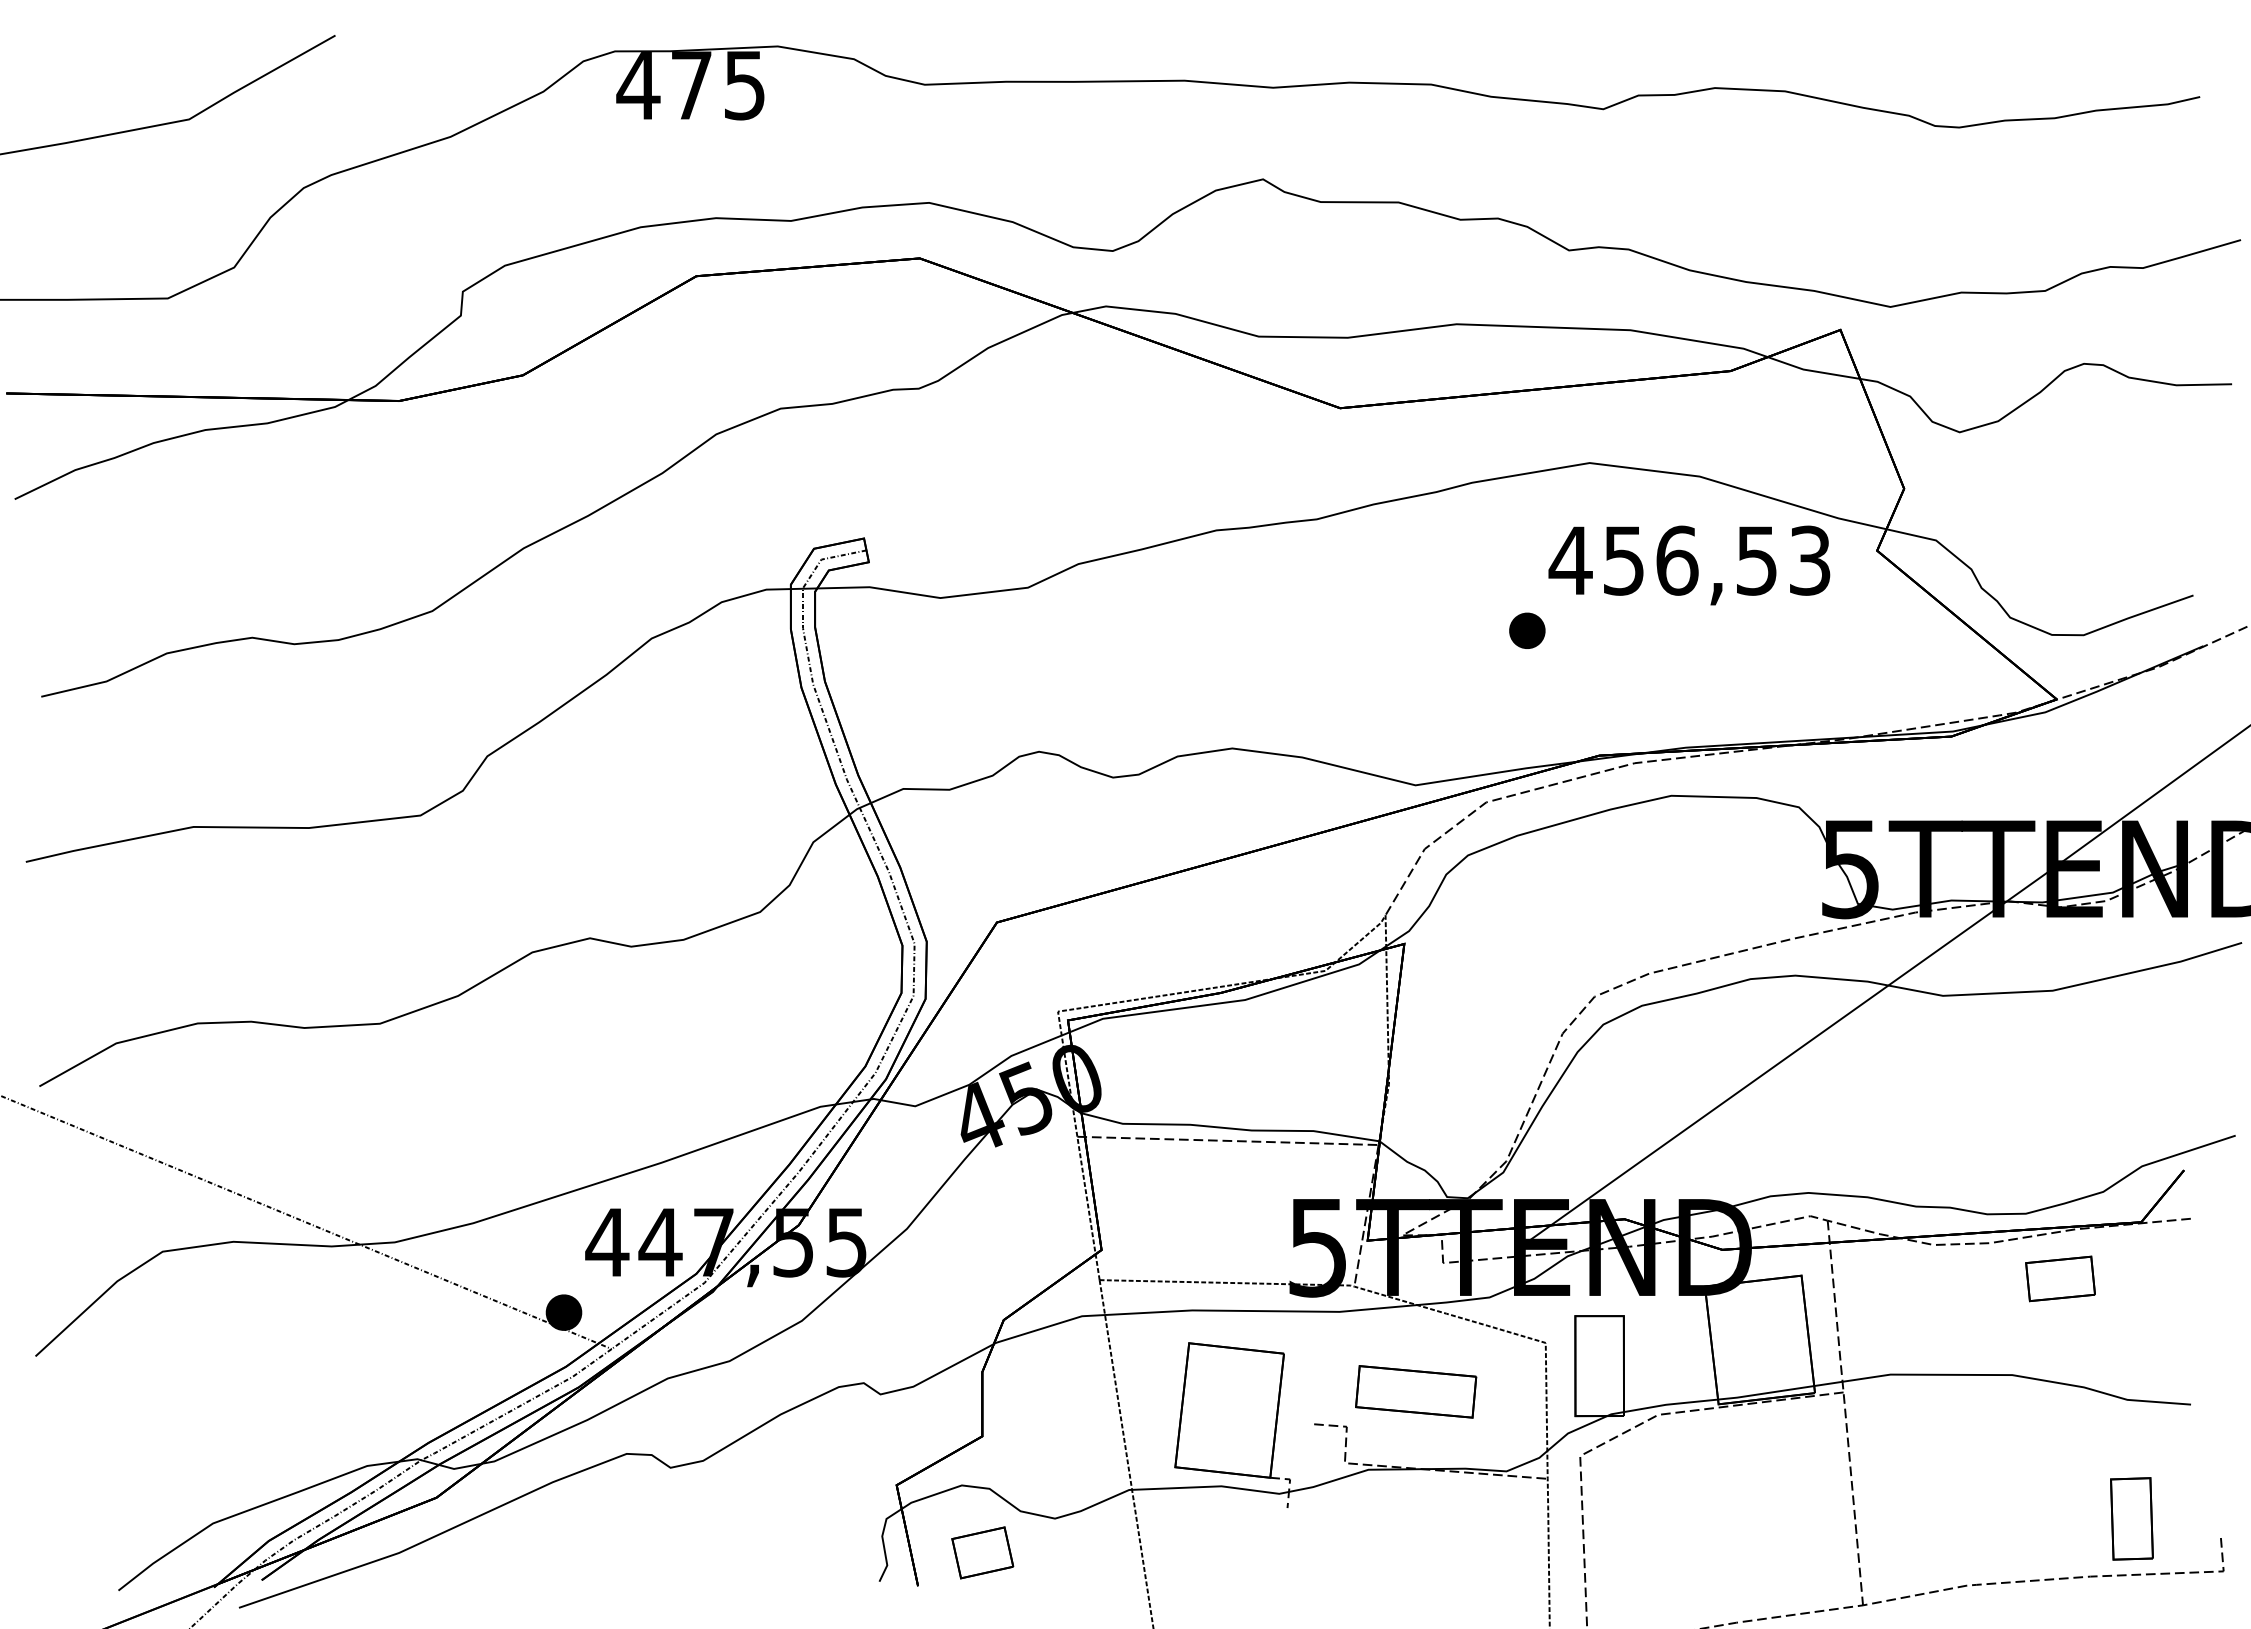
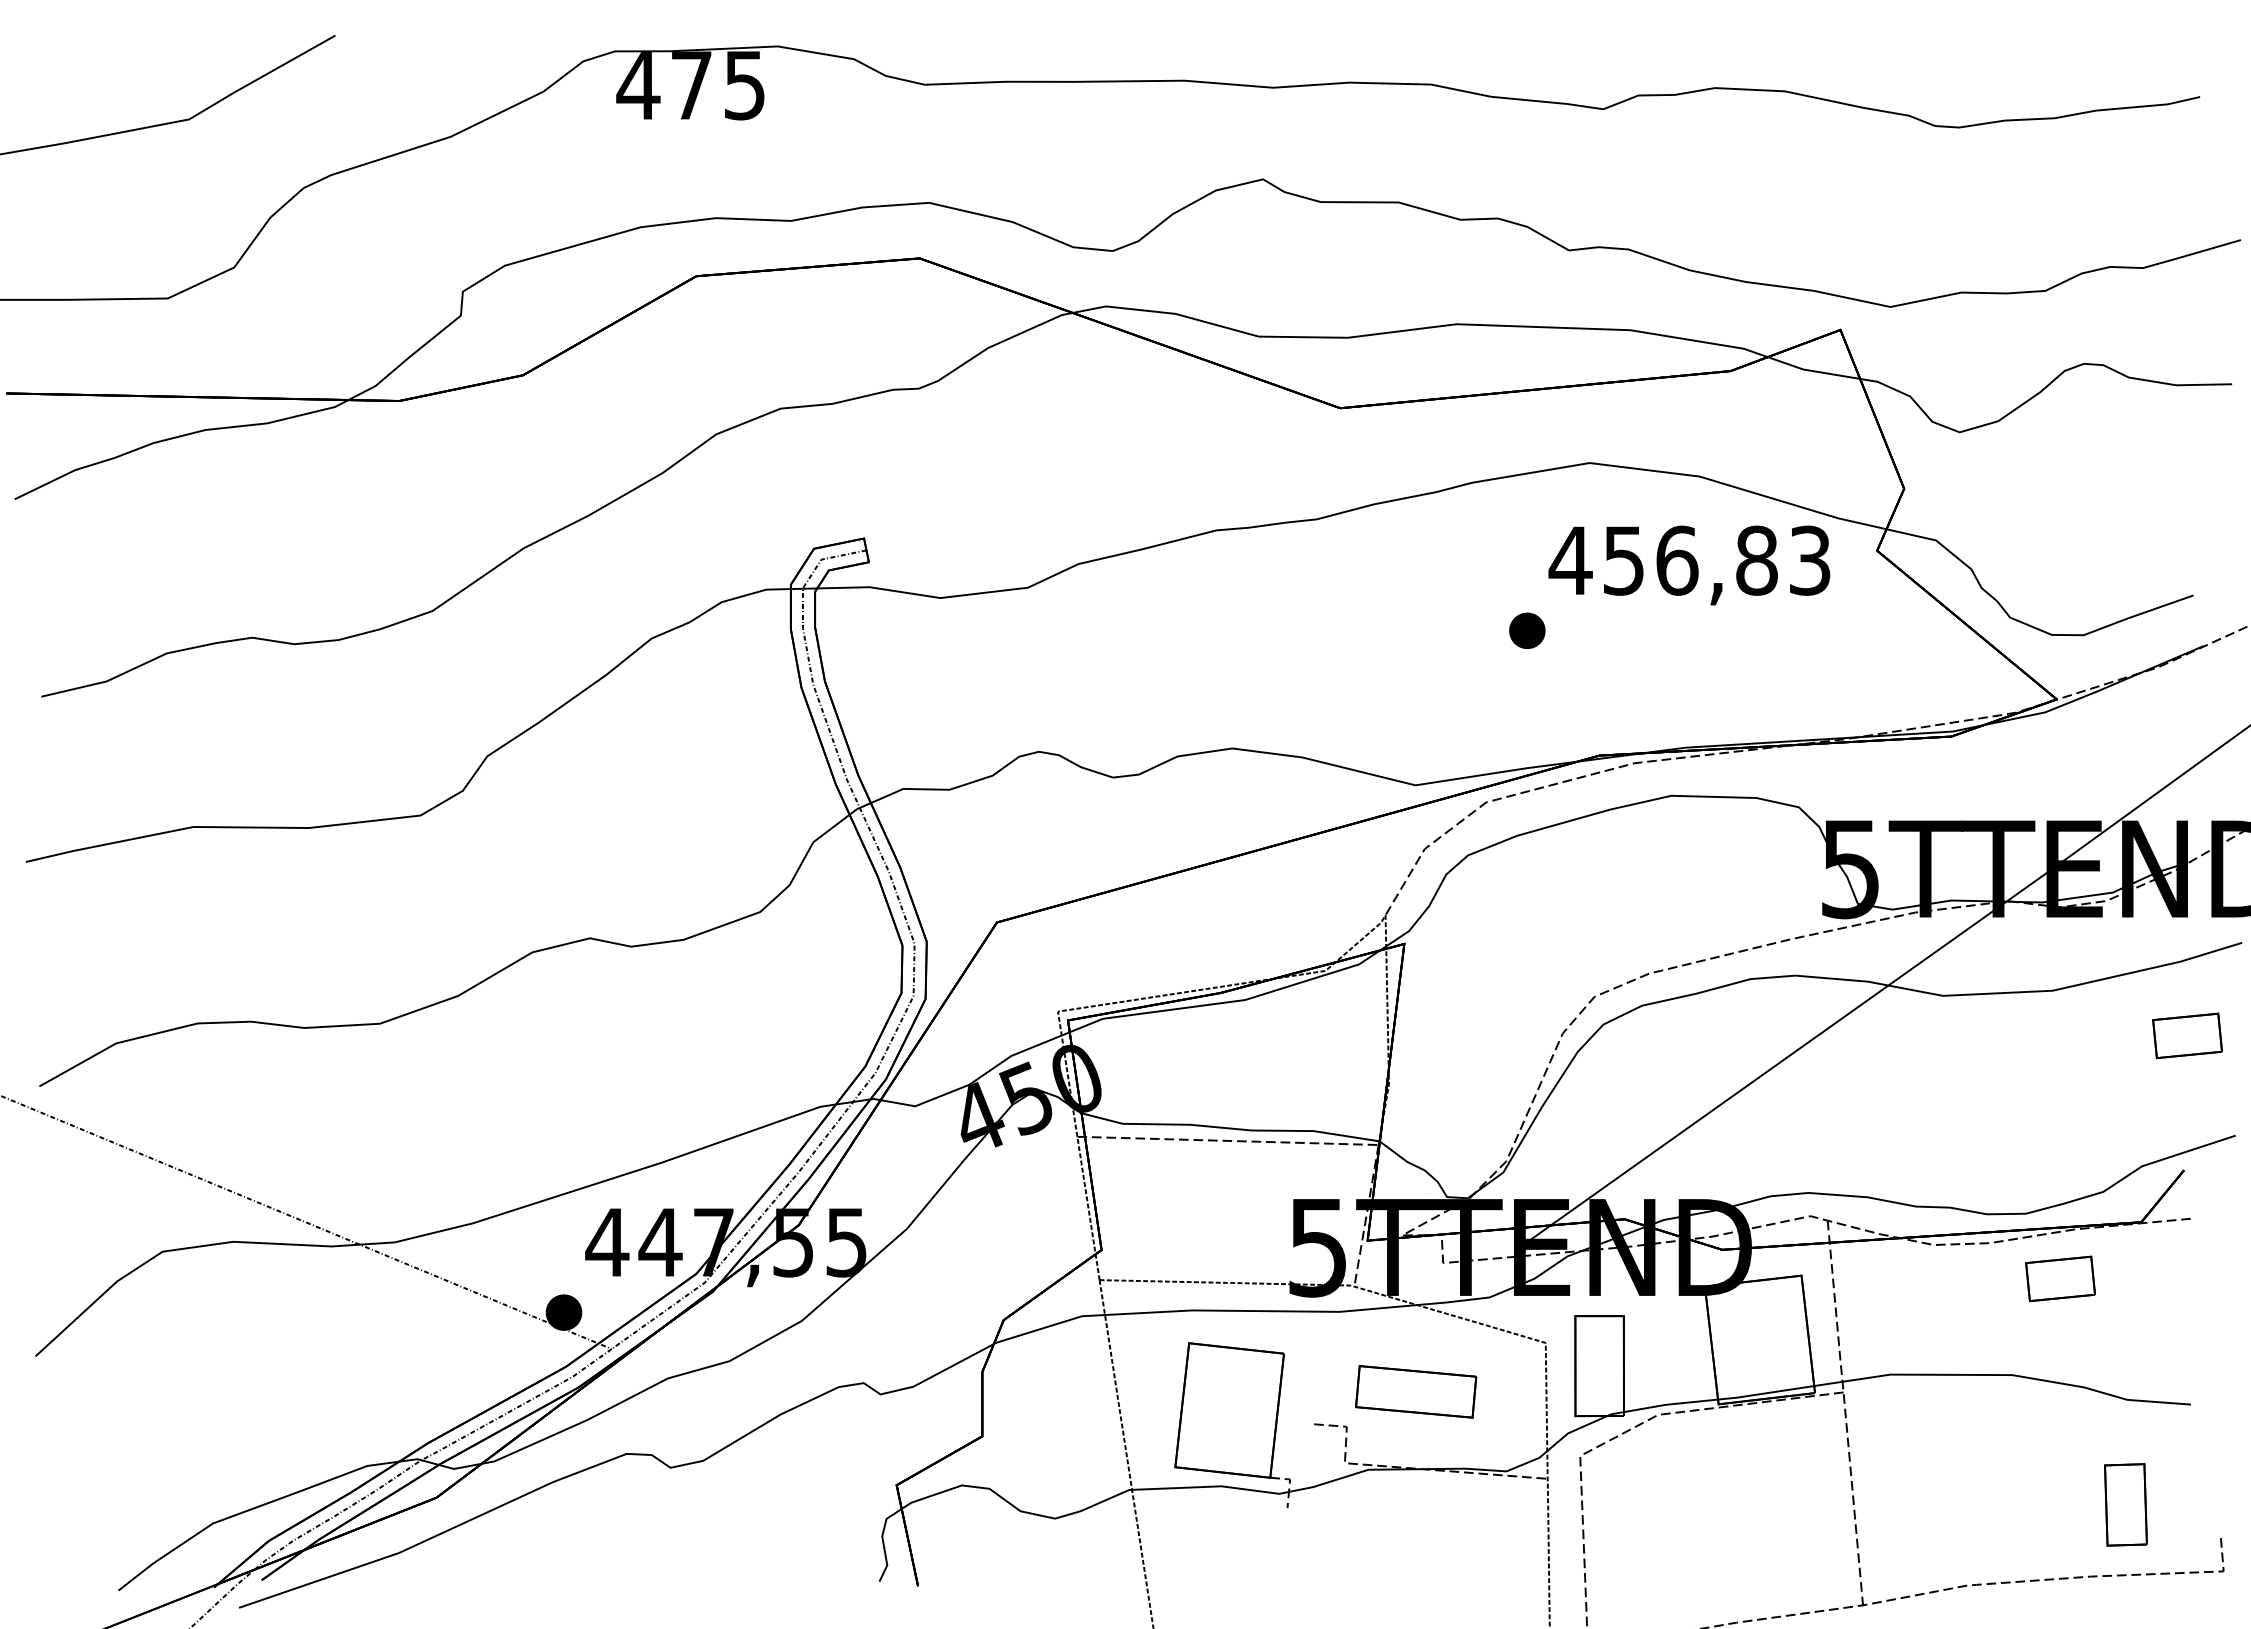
text at (1756, 560): 456,53 -> 456,83
part at (2187, 1035): none -> present
part at (2131, 1518) position: (2131, 1518) -> (2125, 1504)
part at (982, 1552): present -> none
